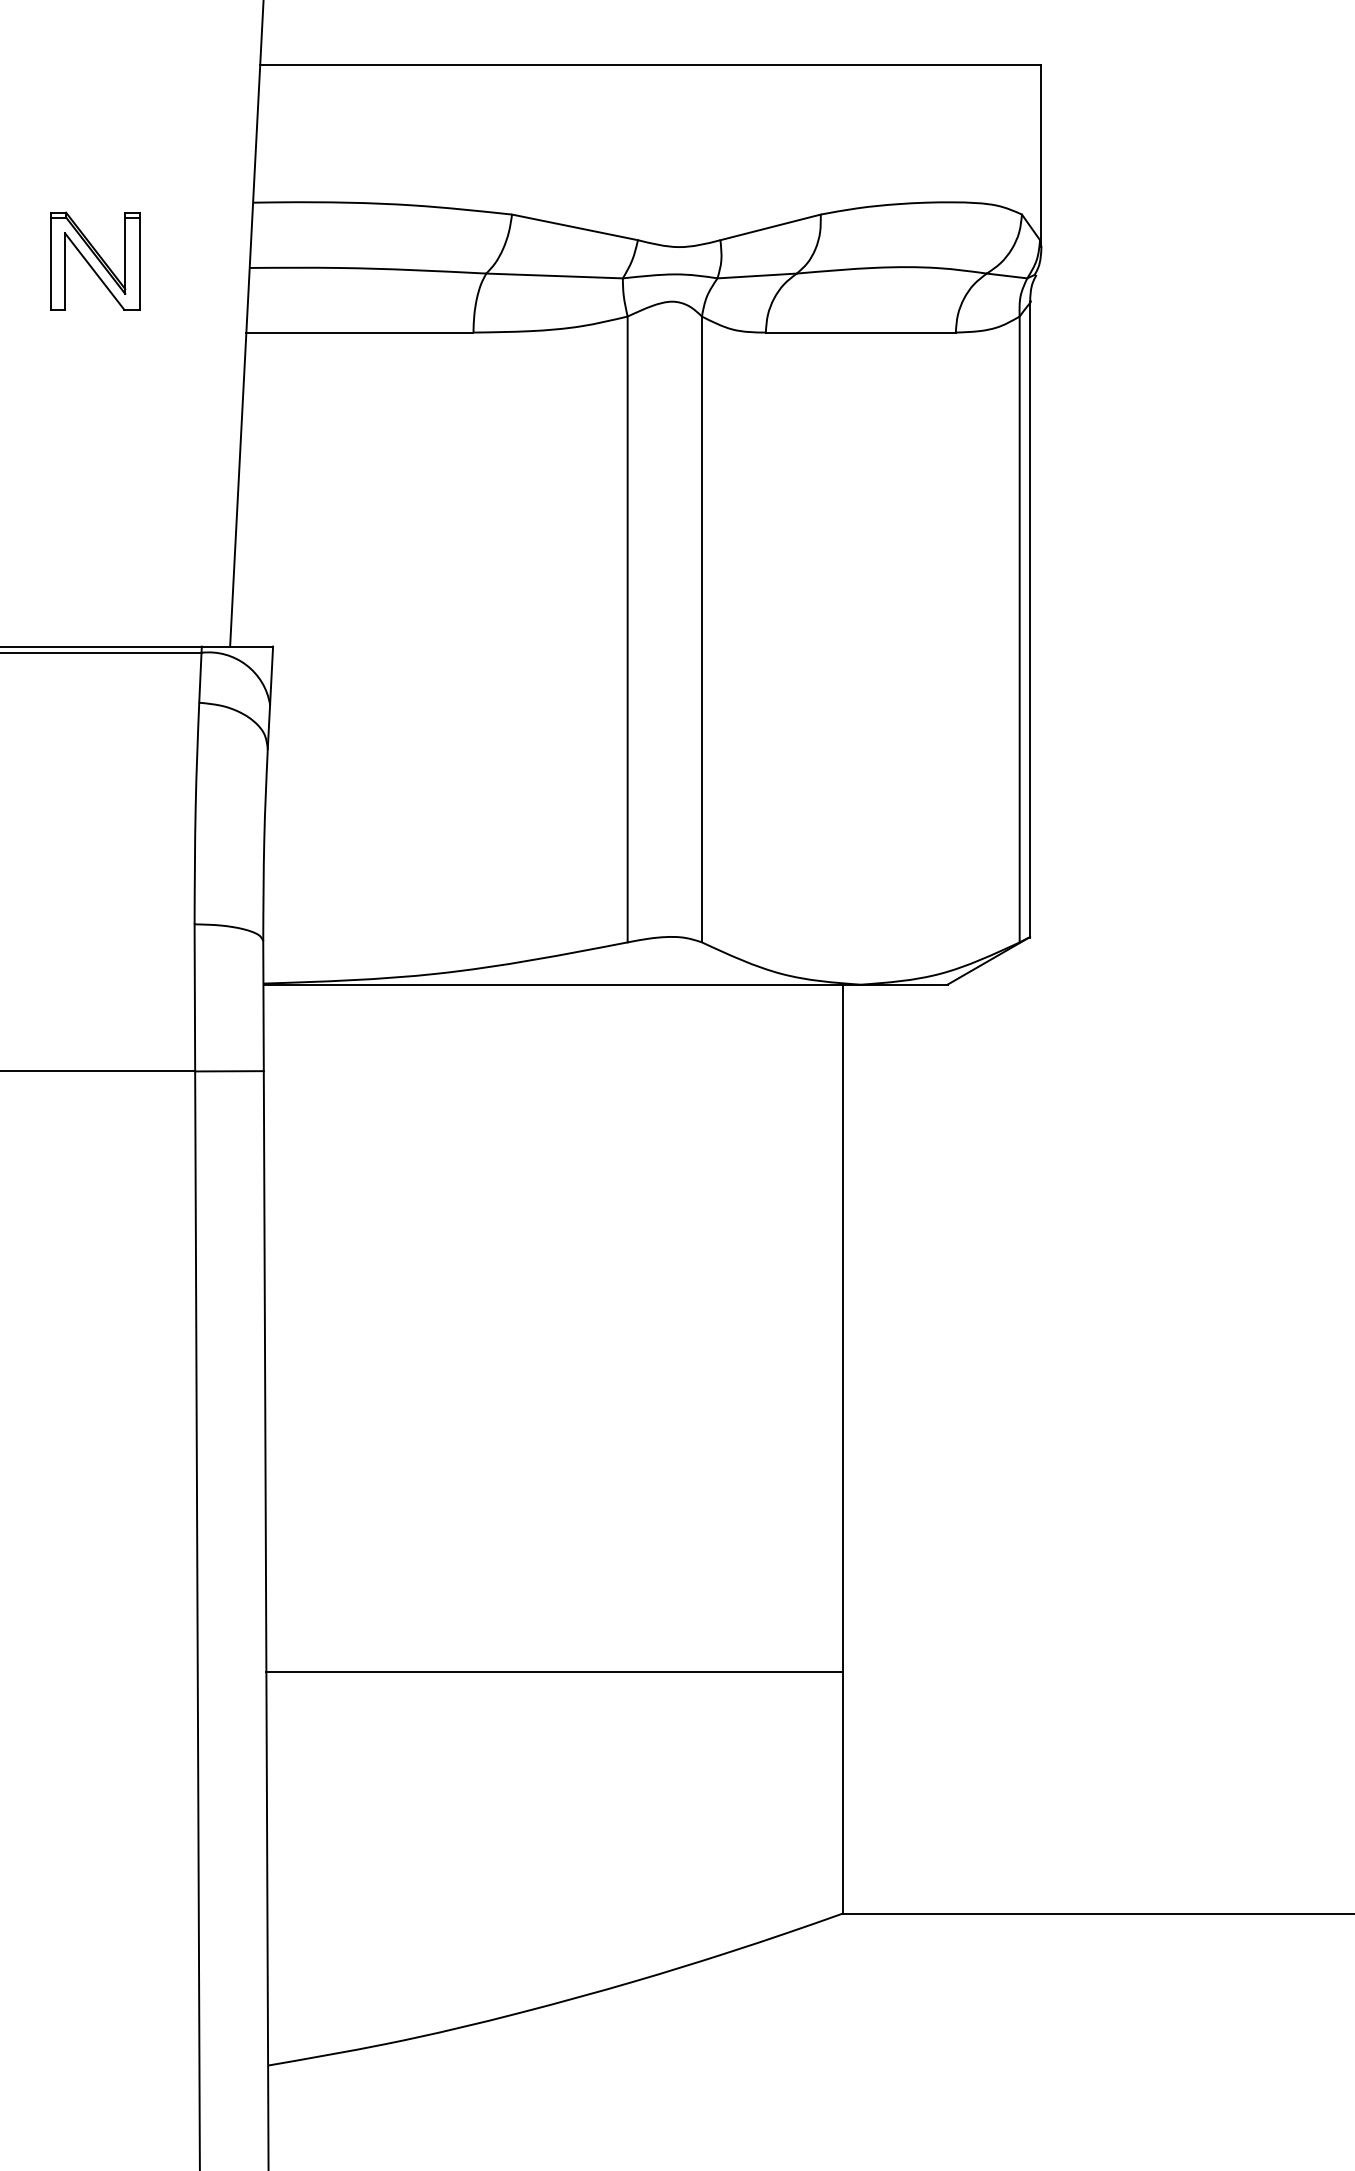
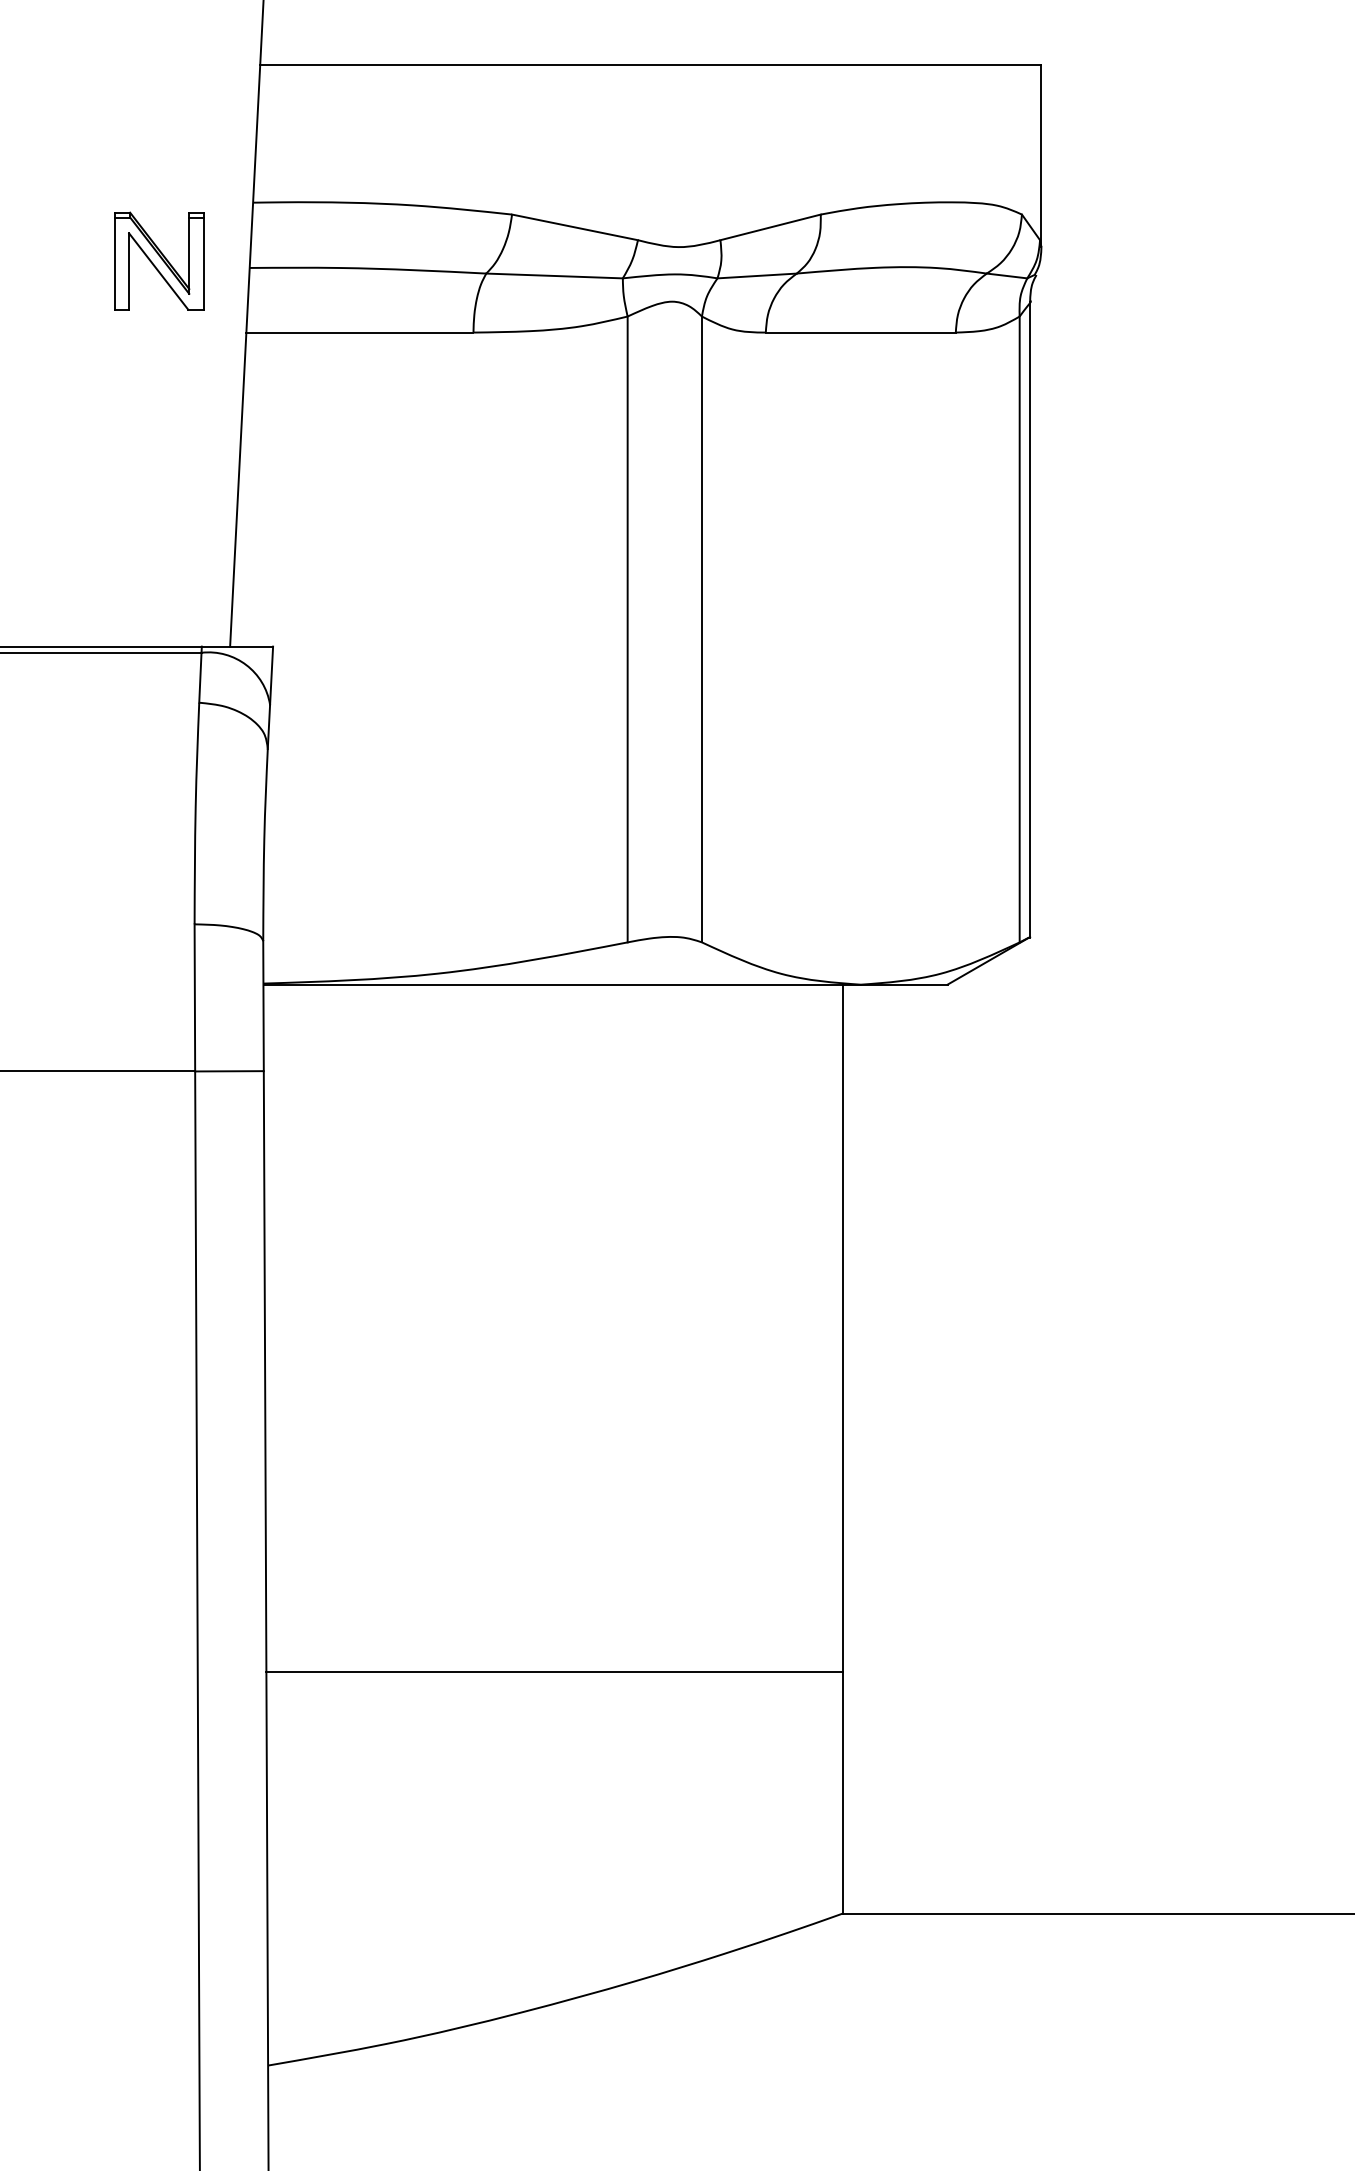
part at (95, 260) position: (95, 260) -> (159, 260)
